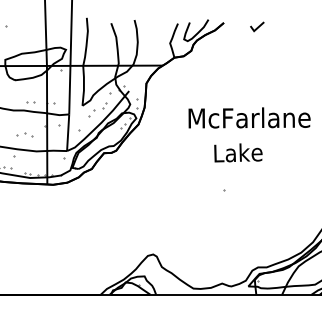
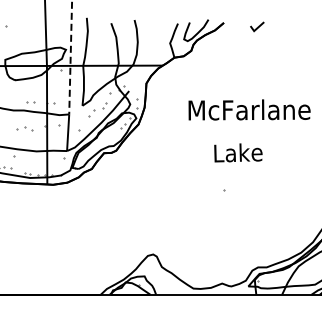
line at (70, 57): solid -> dashed
text at (249, 117) position: (249, 117) -> (249, 109)
part at (24, 134) position: (24, 134) -> (24, 128)
